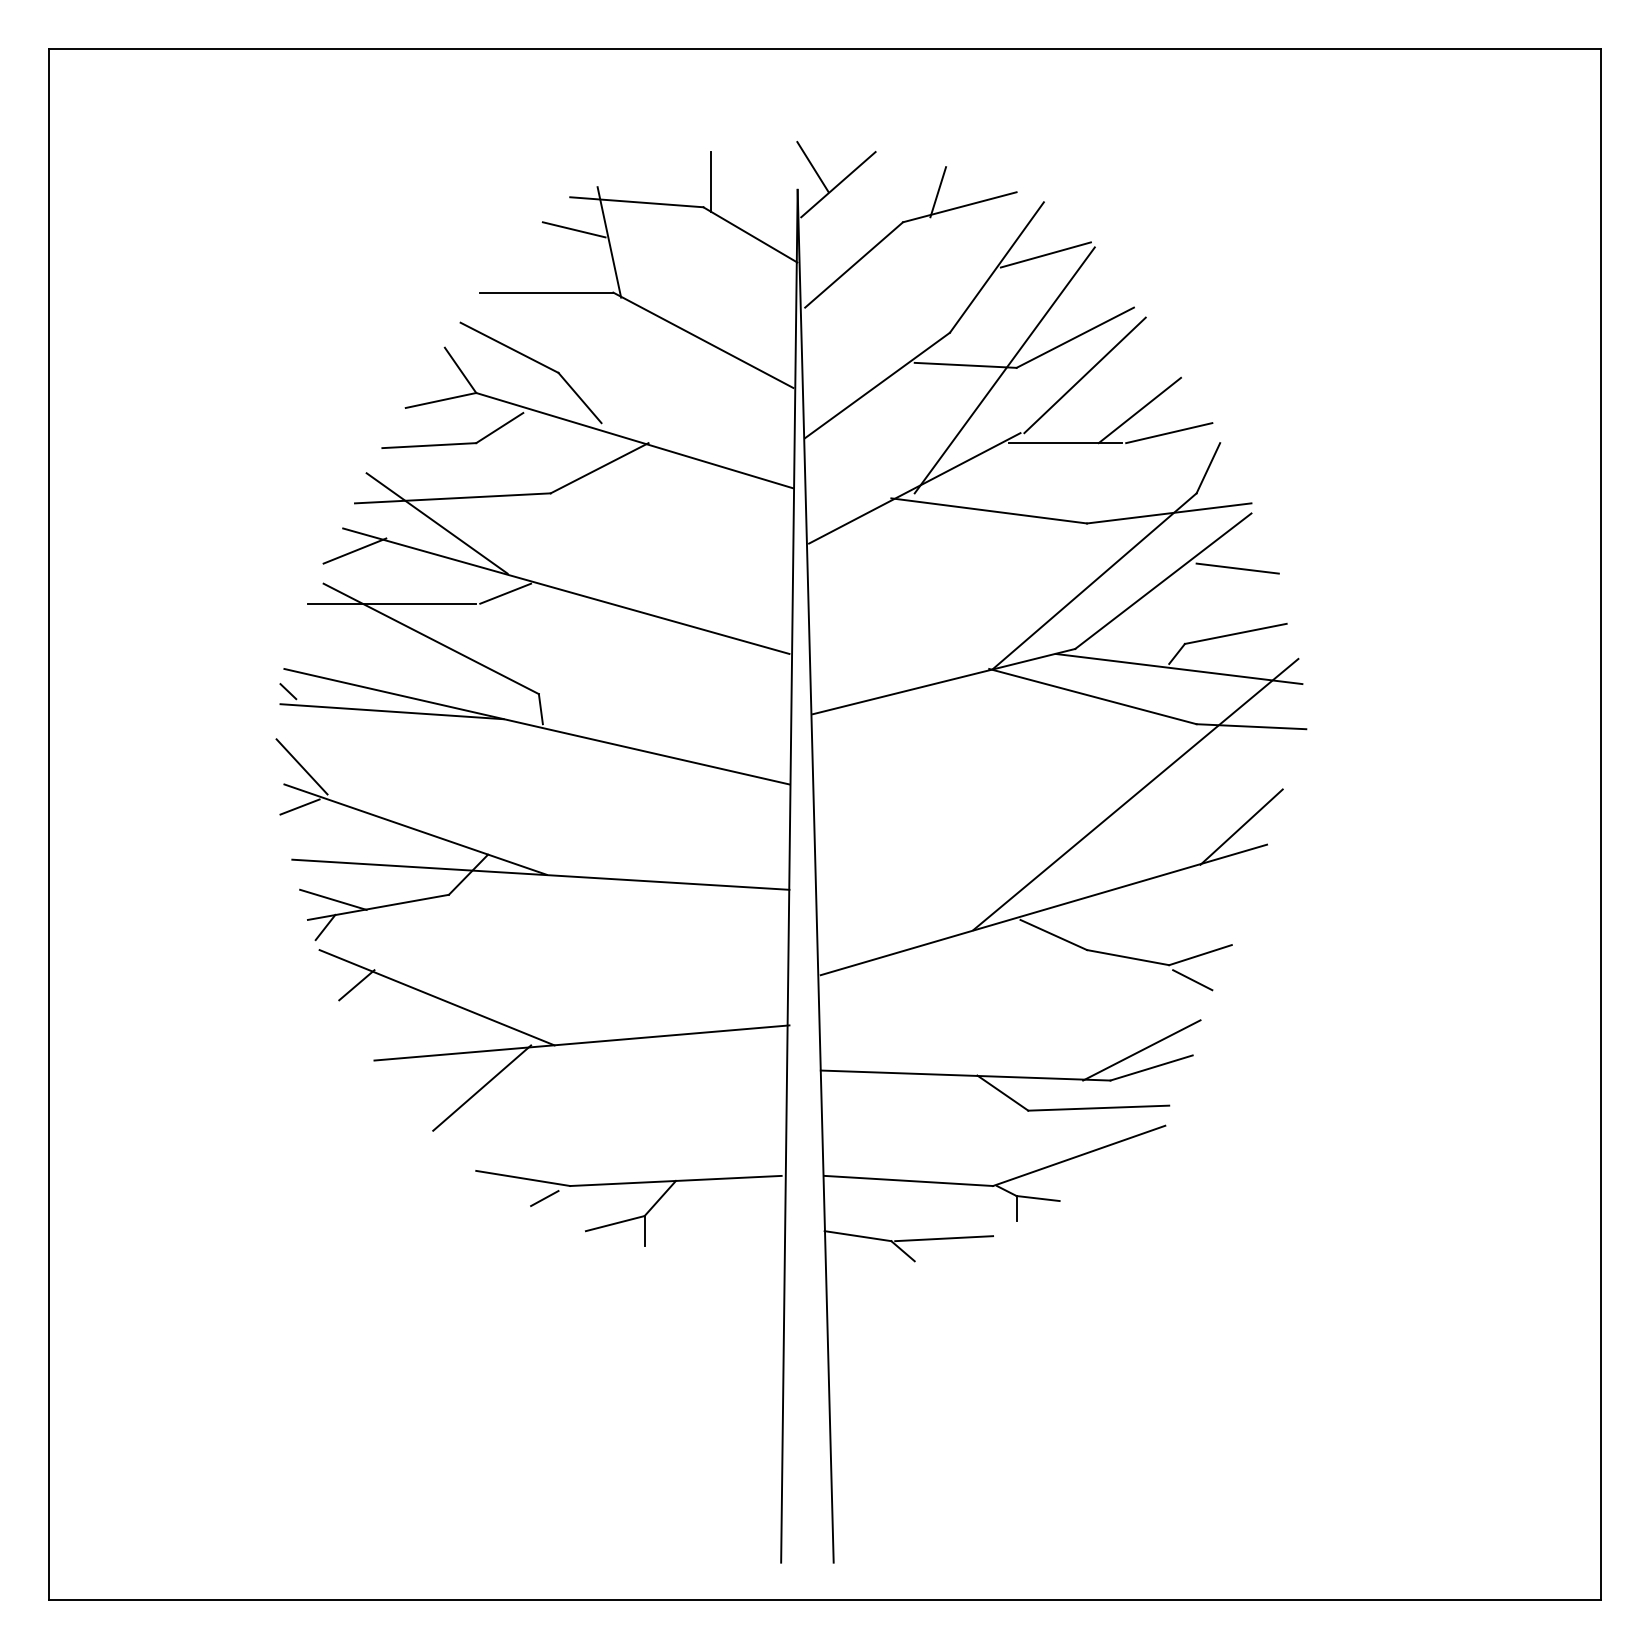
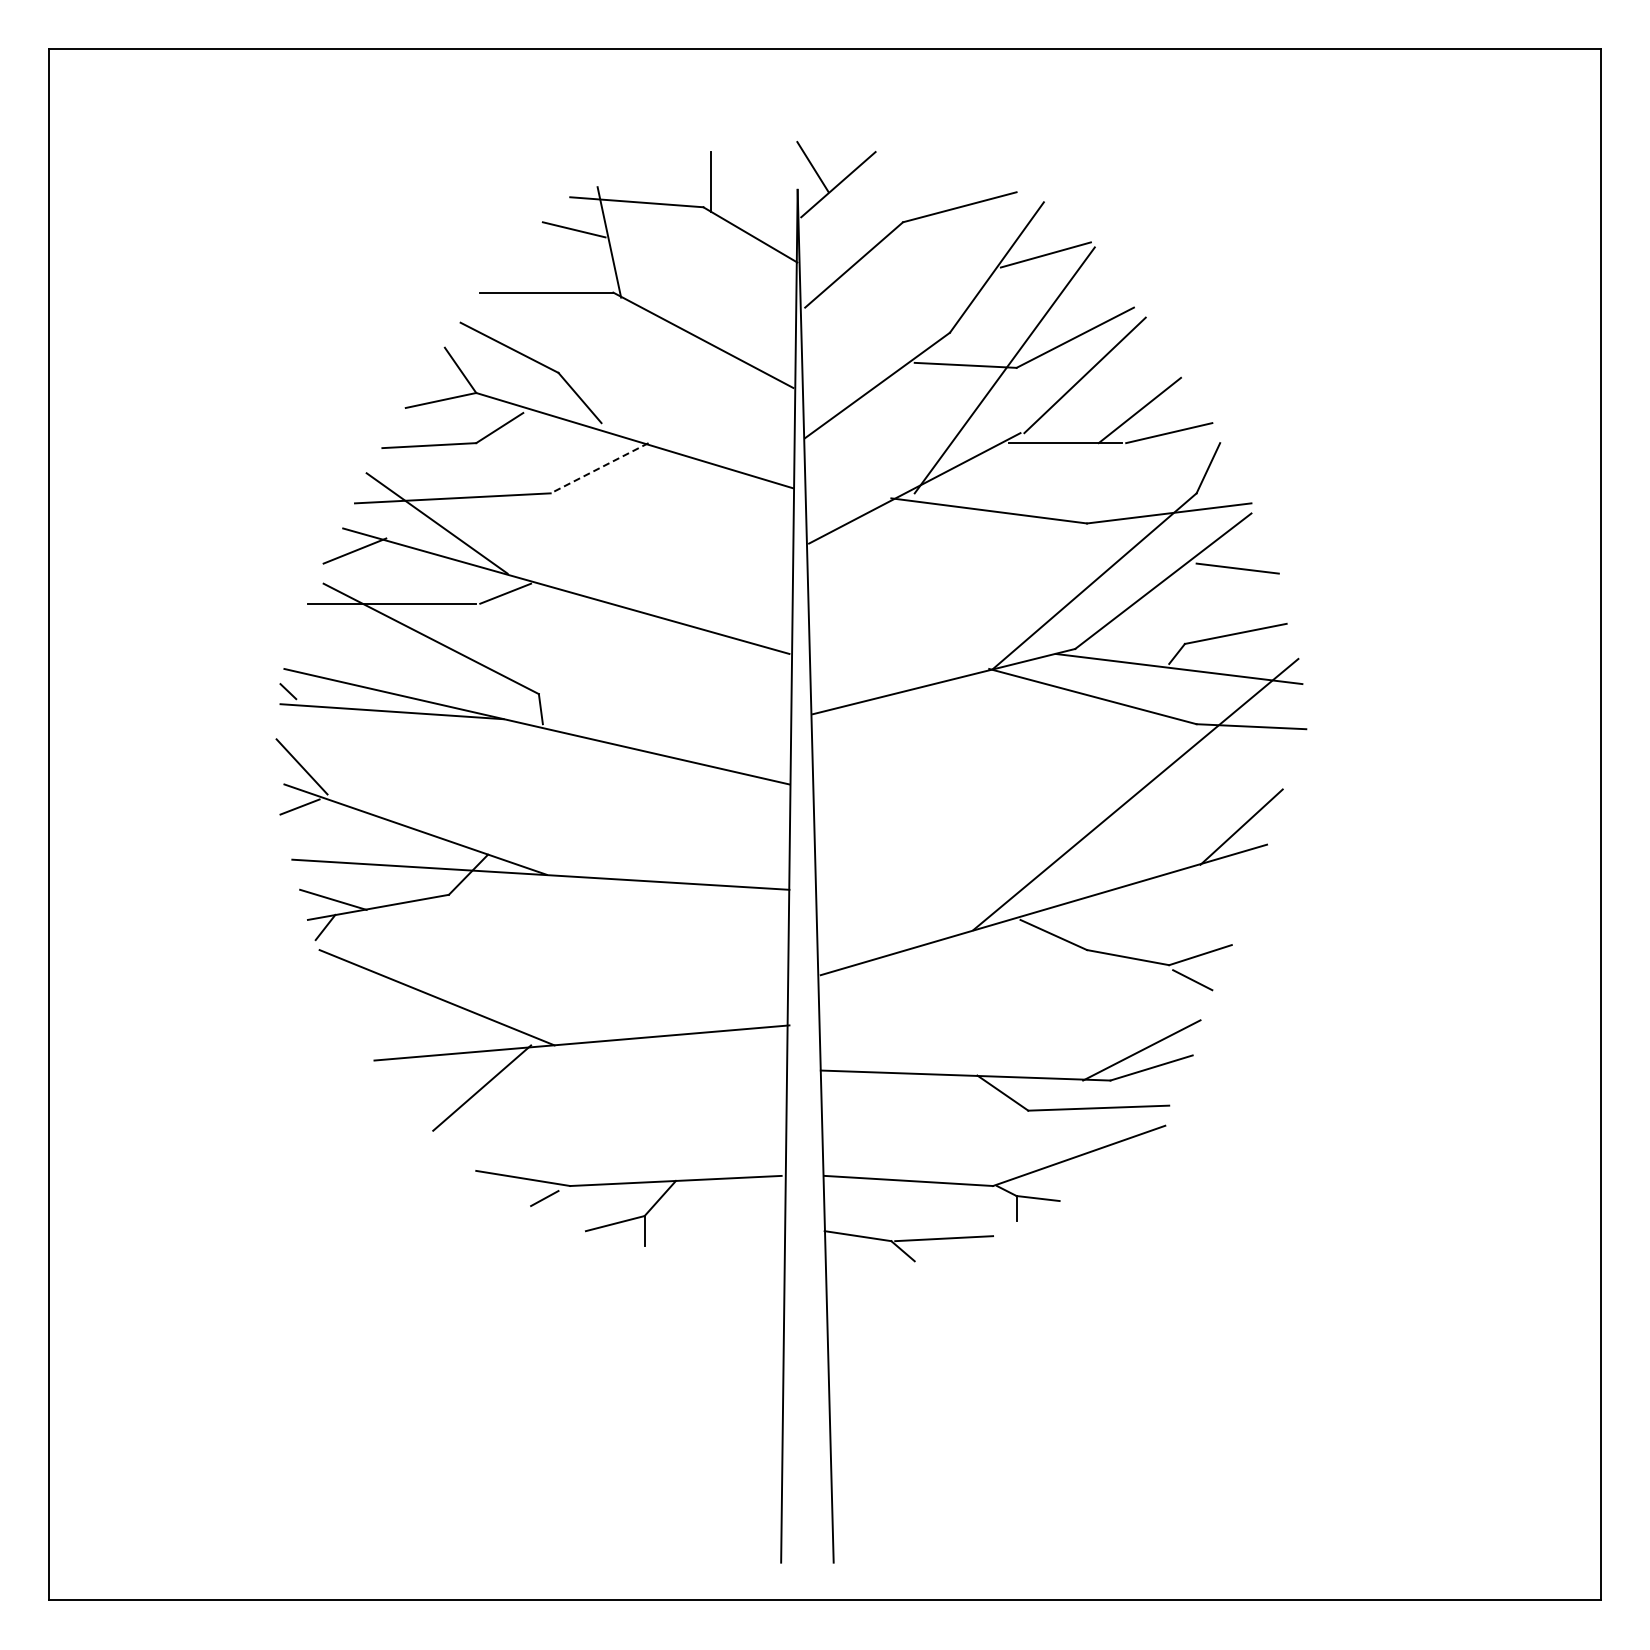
line at (938, 192): present -> none
line at (599, 468): solid -> dashed
line at (356, 985): present -> none
